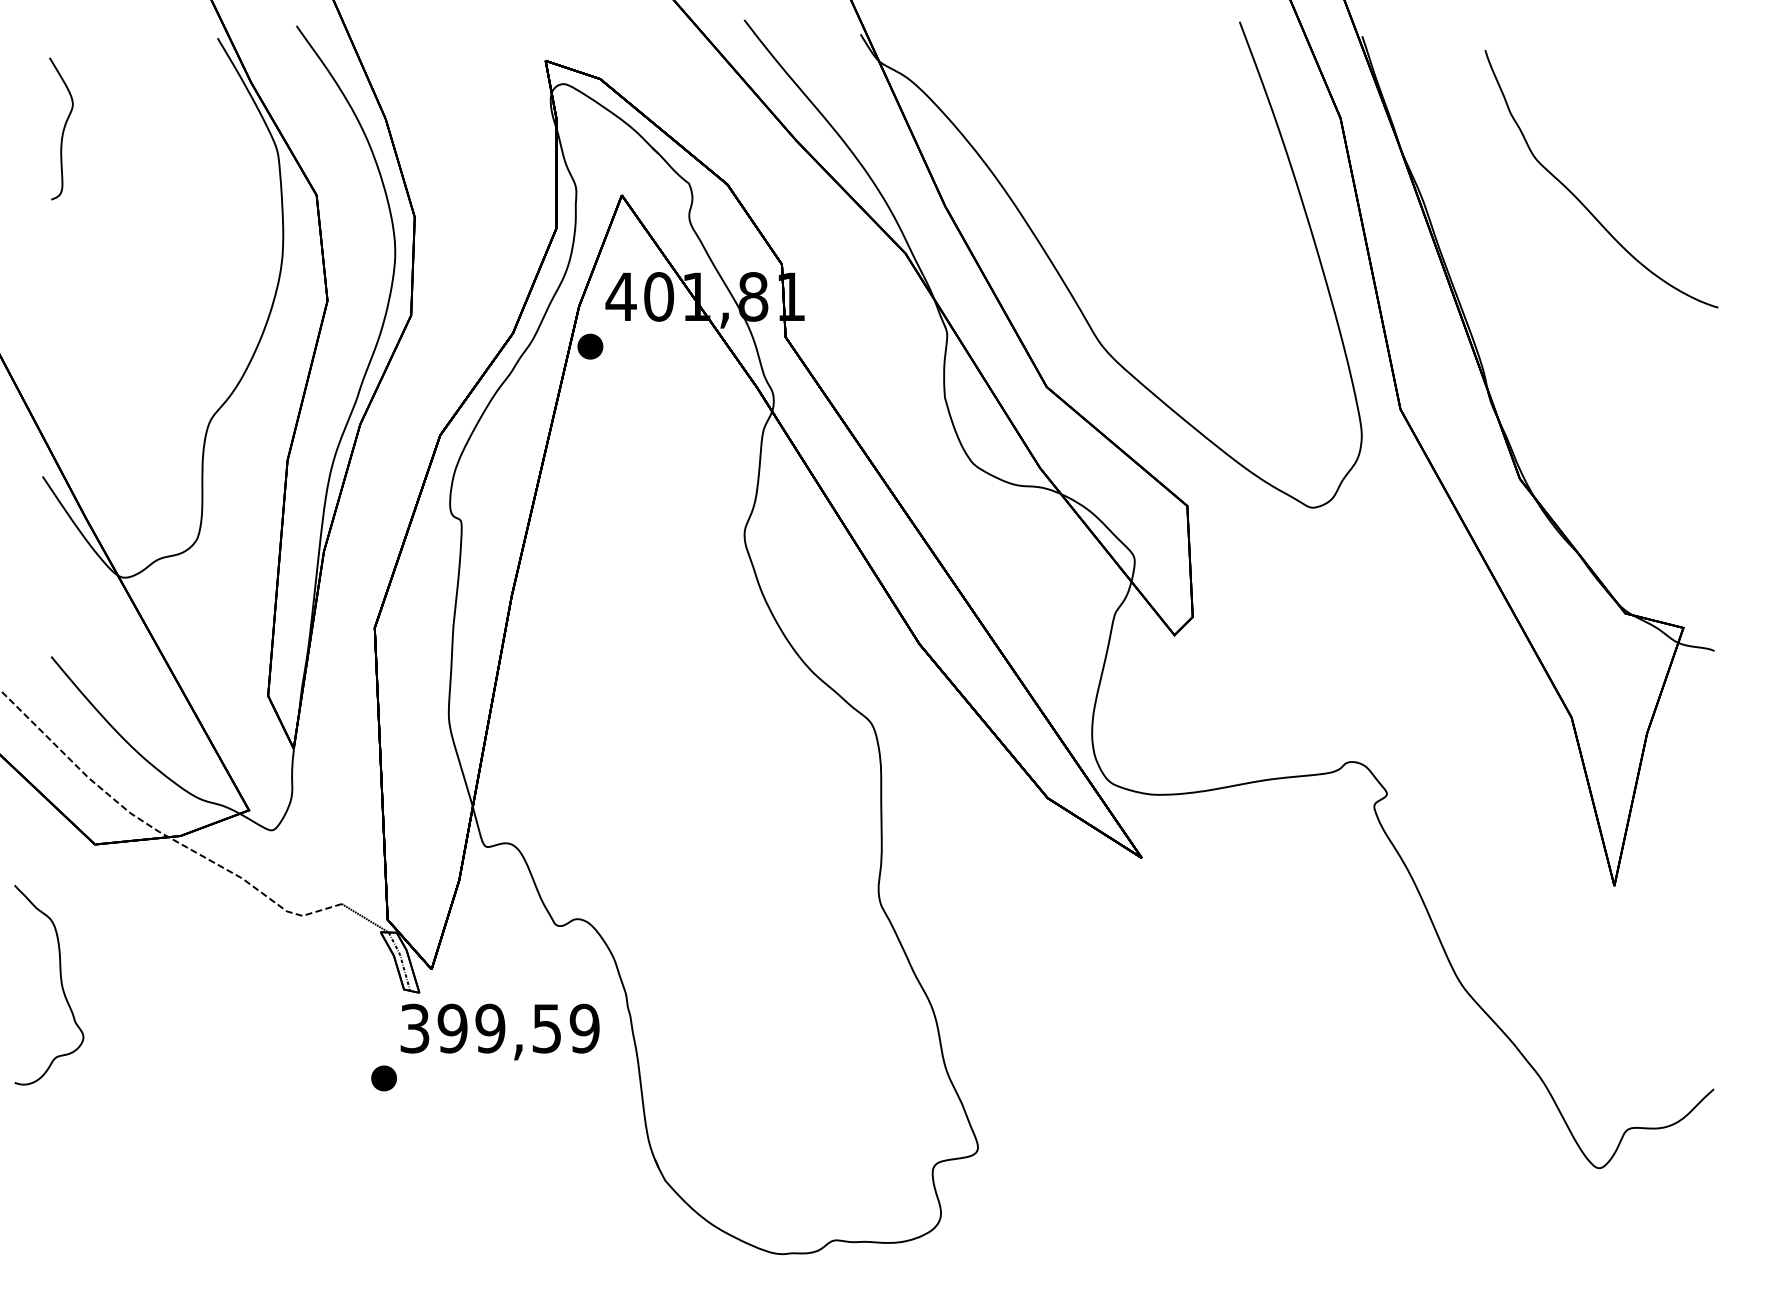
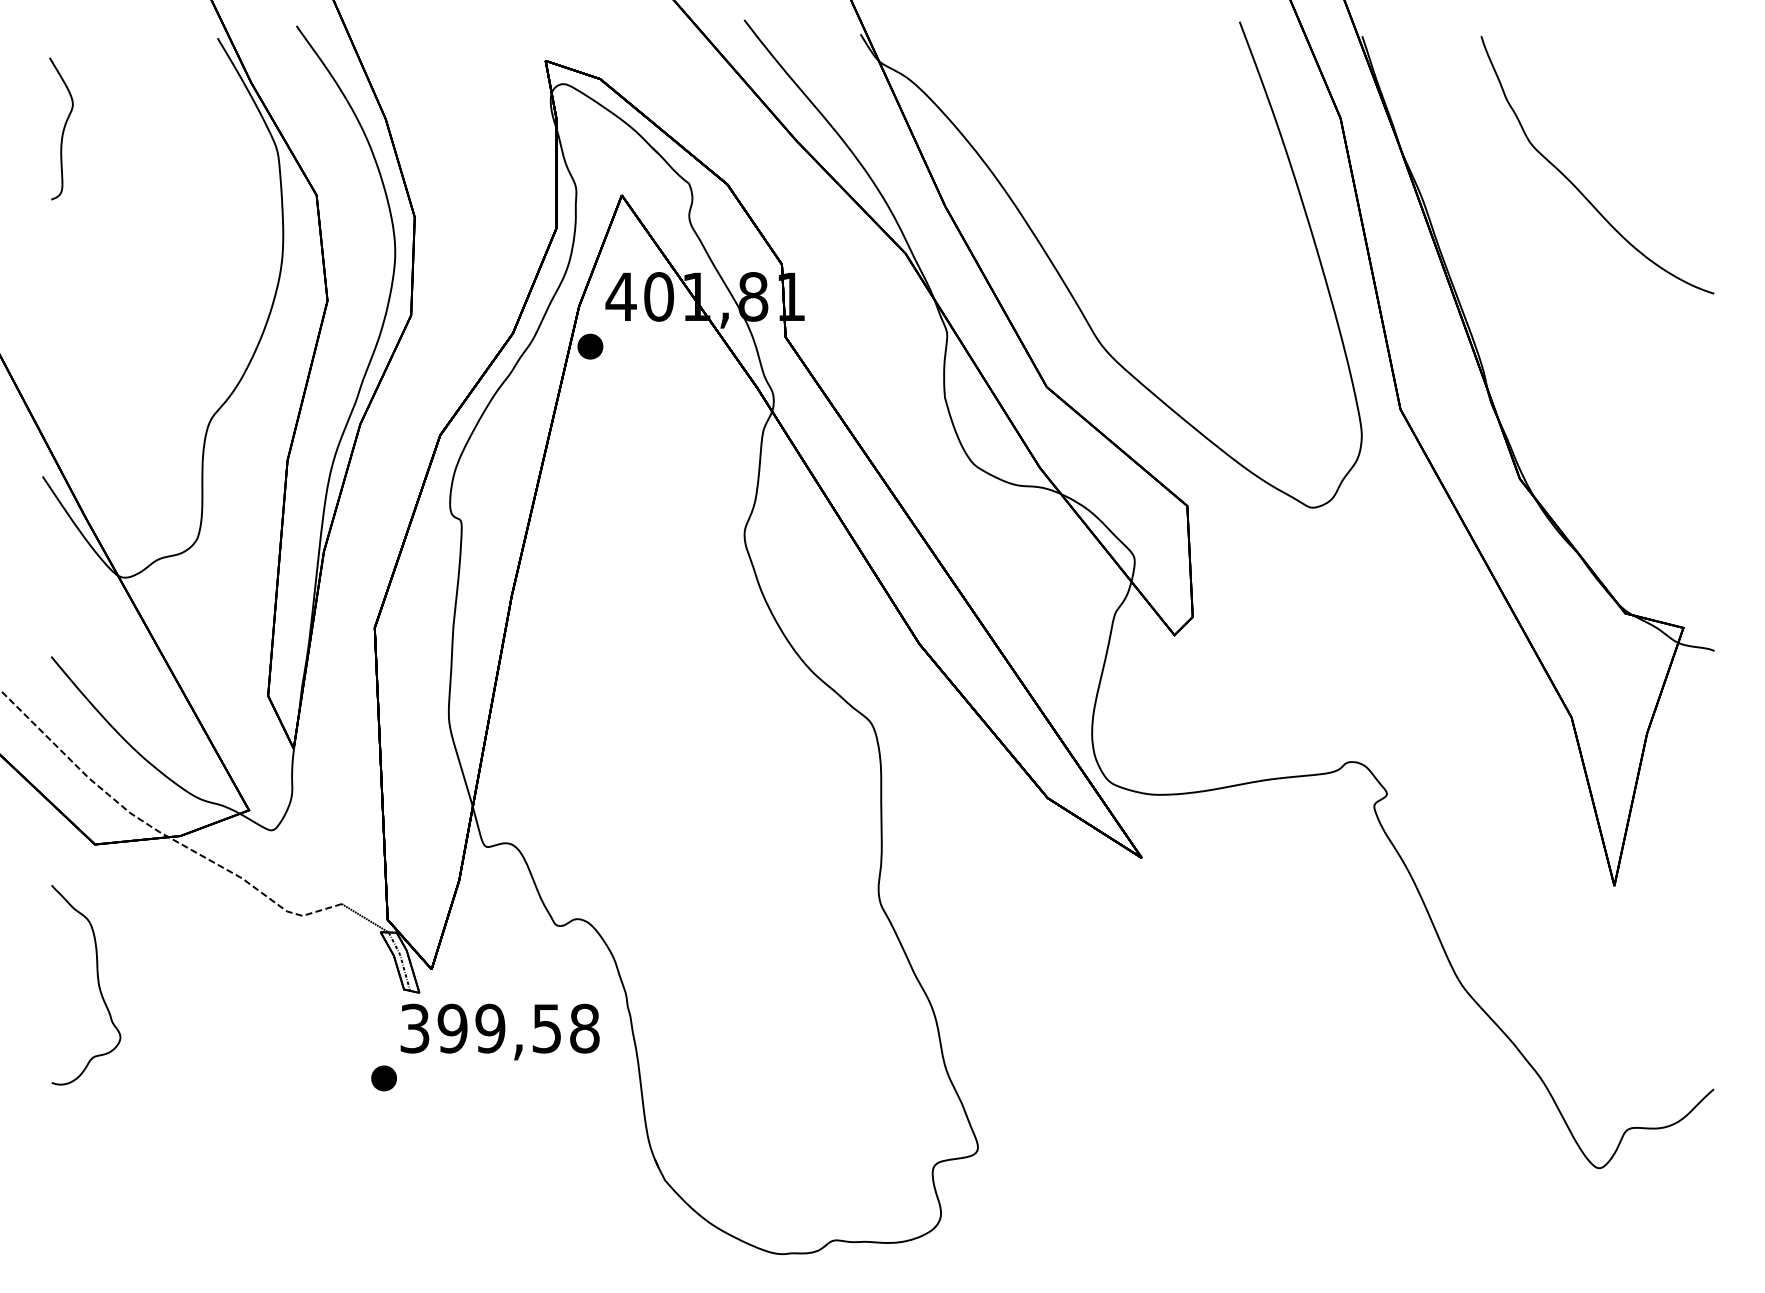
part at (1580, 200) position: (1580, 200) -> (1576, 186)
curve at (60, 983) position: (60, 983) -> (97, 983)
text at (584, 1028): 399,59 -> 399,58
